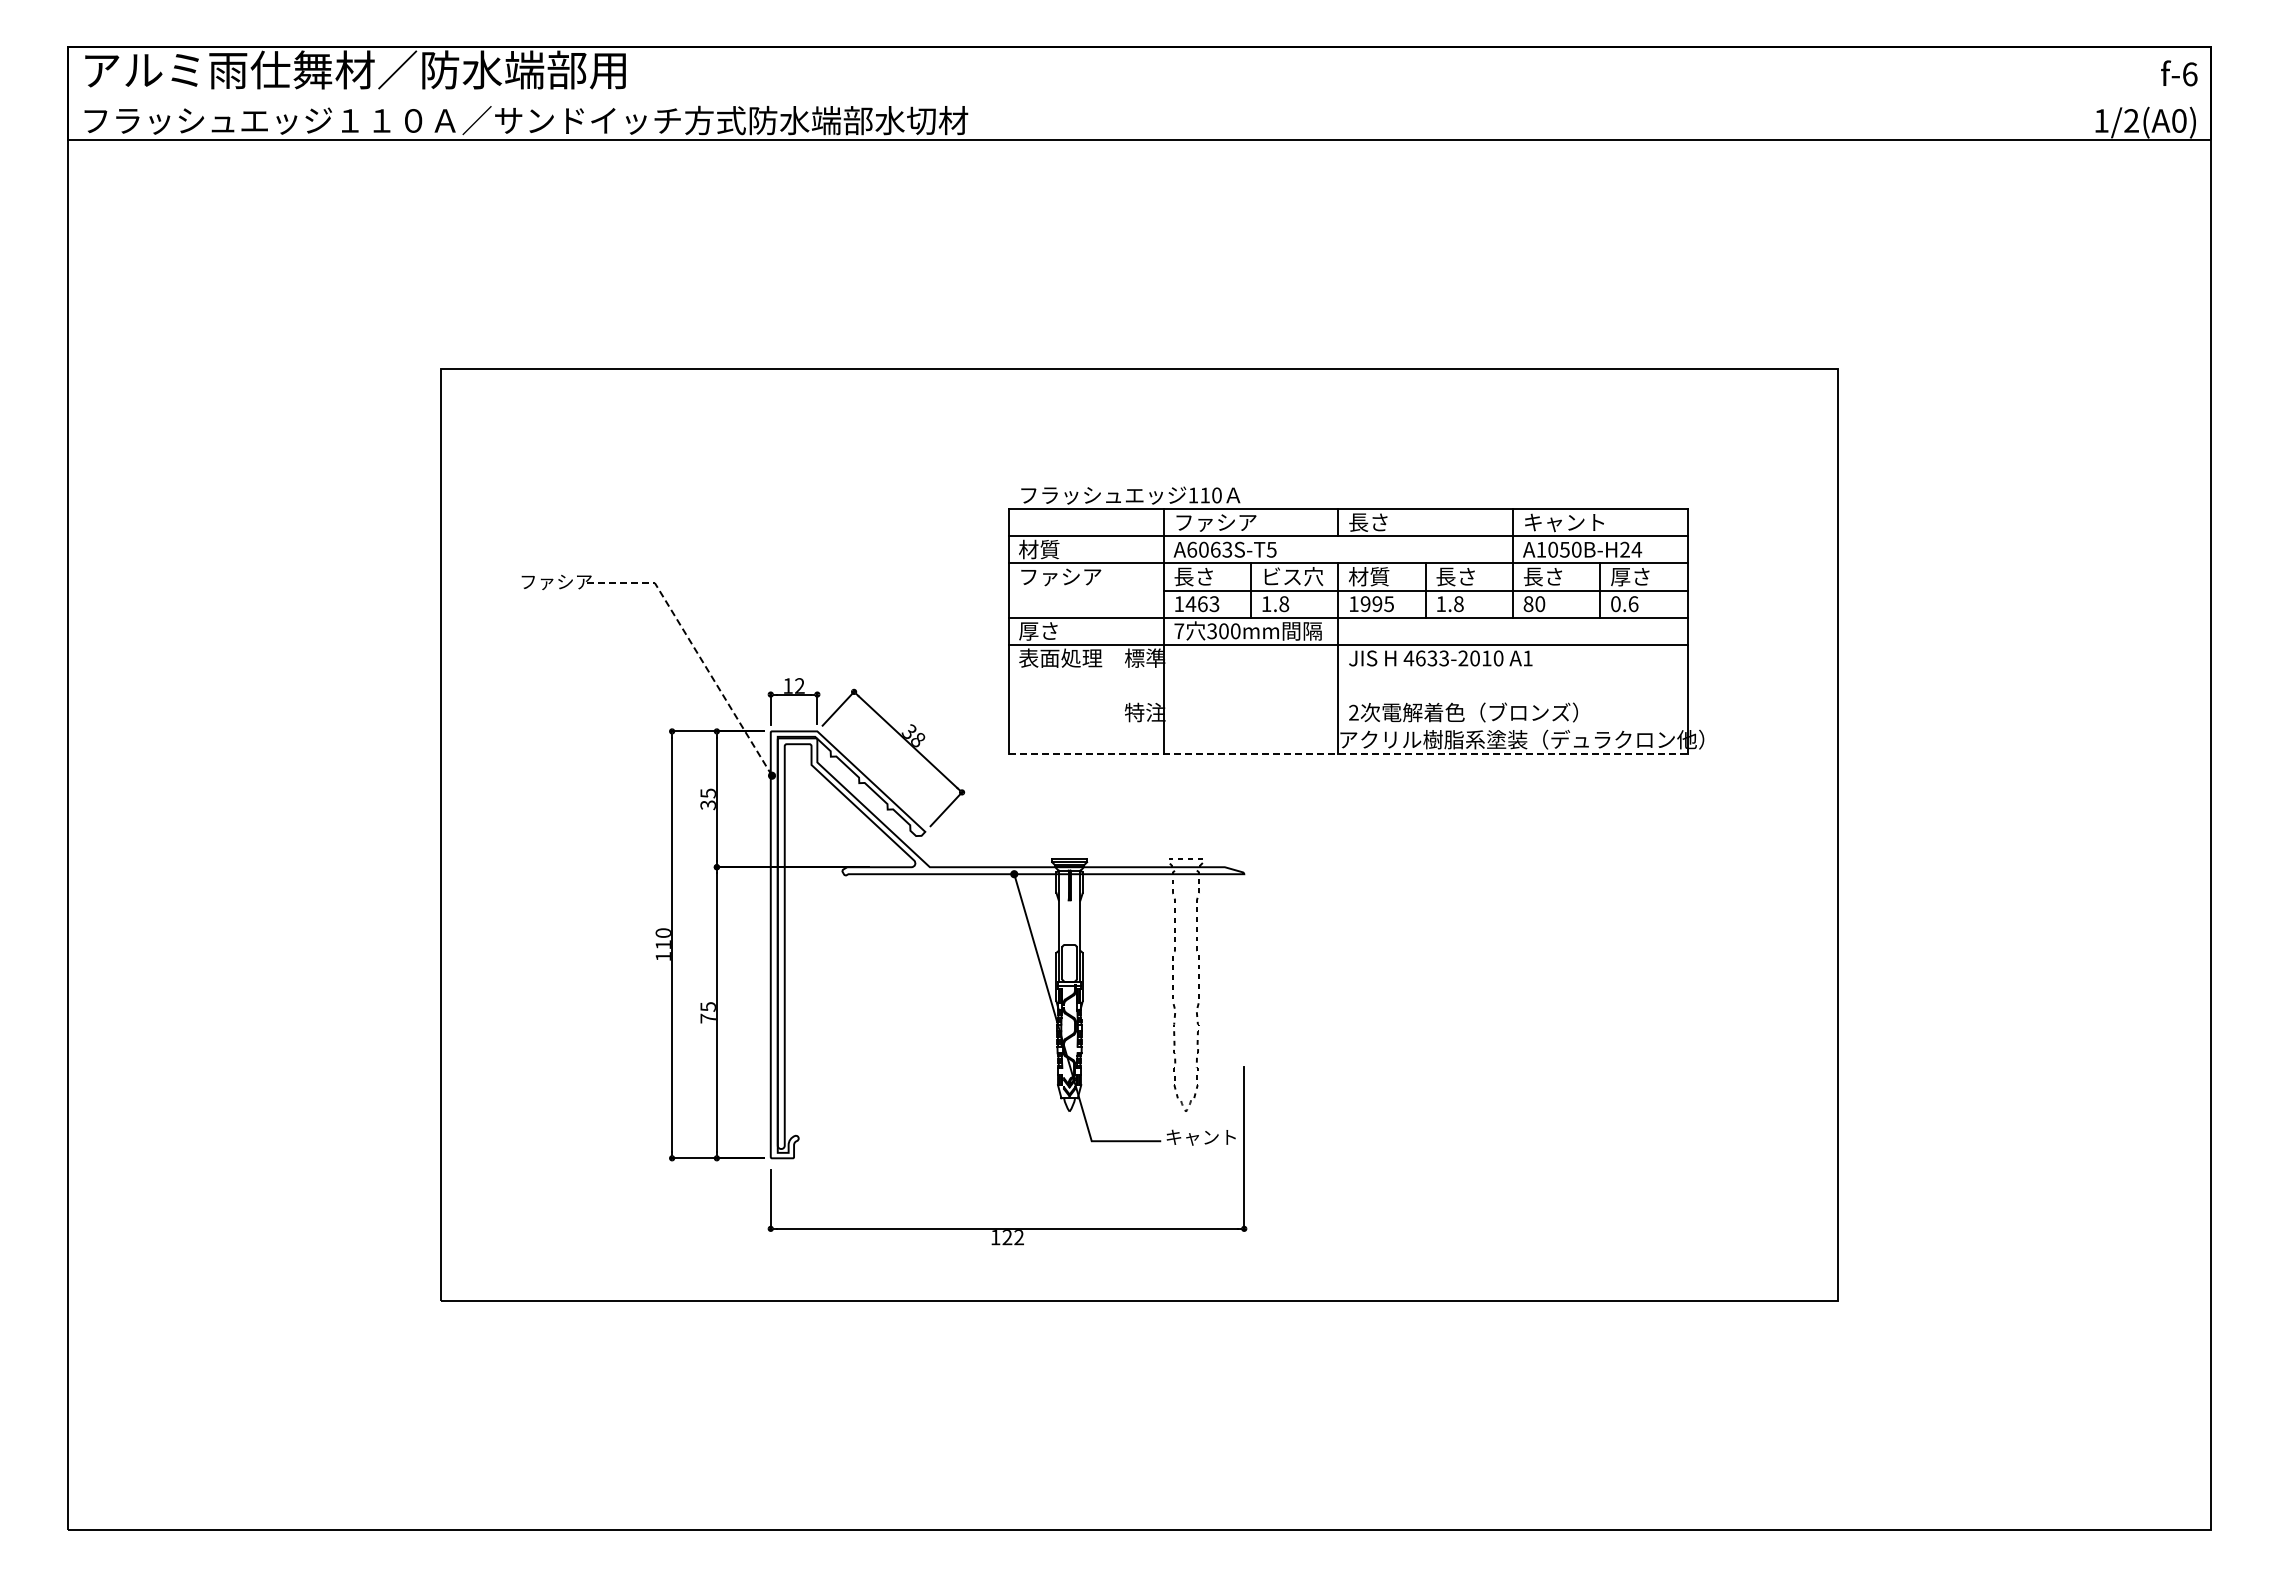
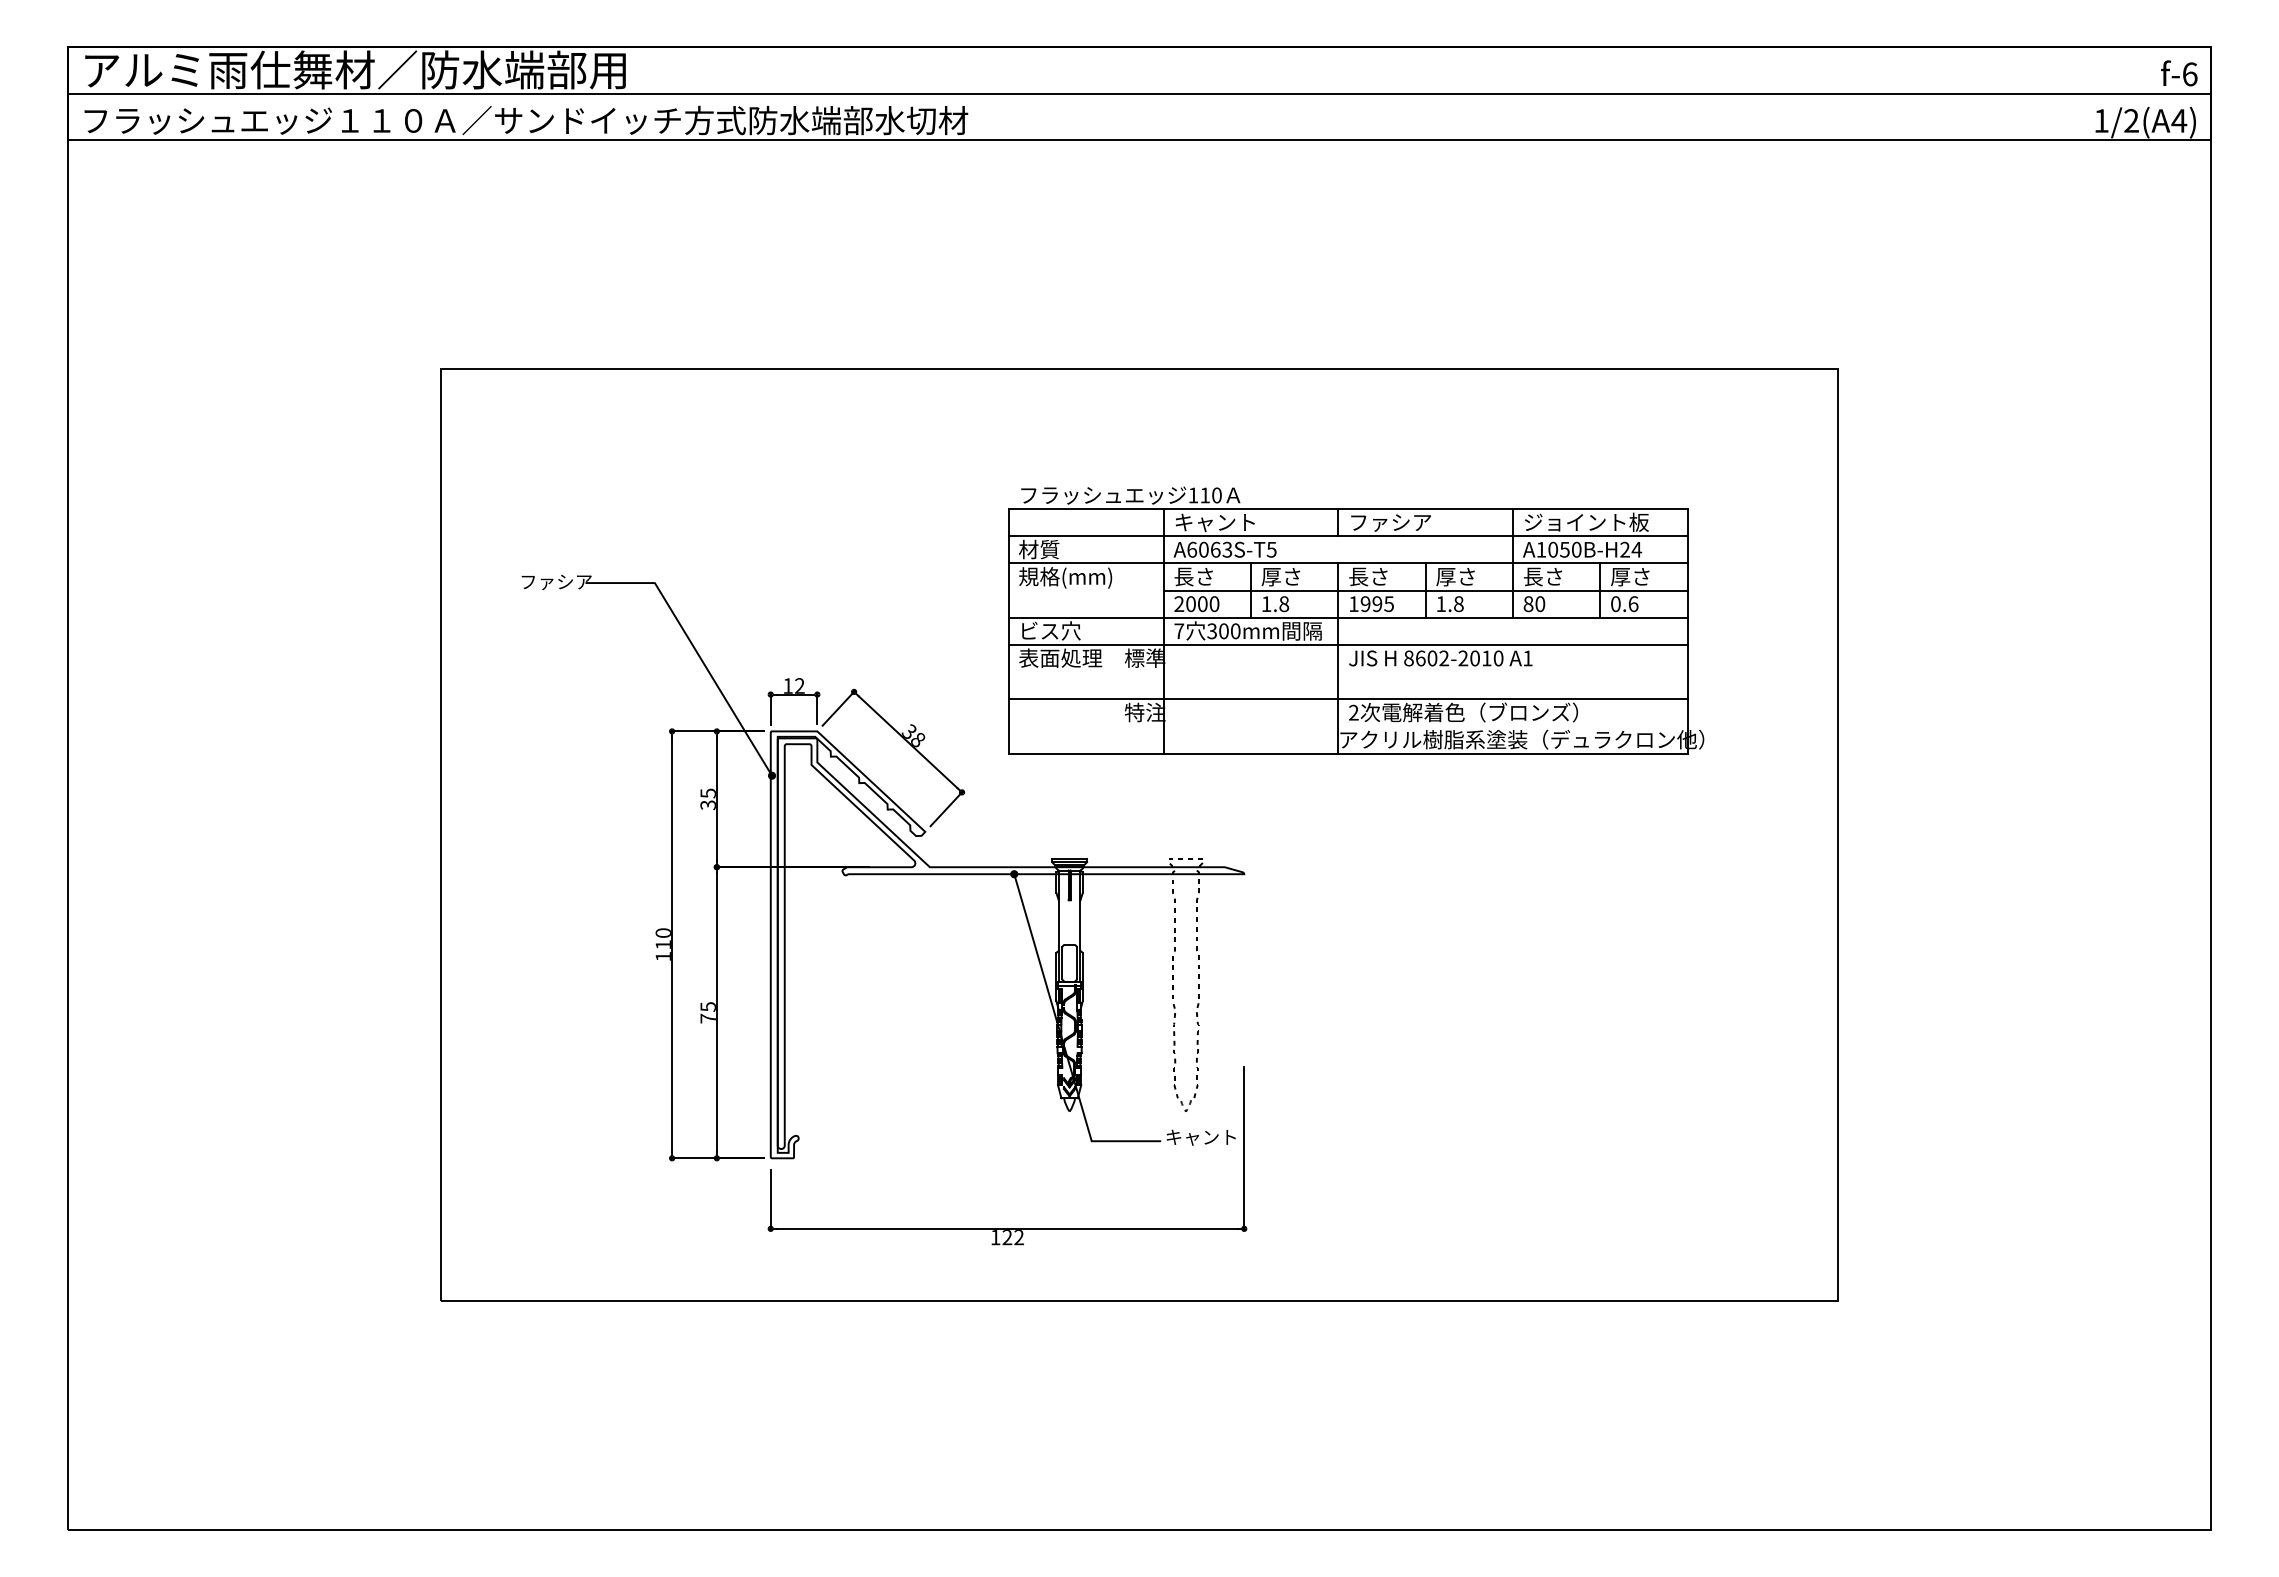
line at (1139, 93): none -> present
text at (2179, 120): 1/2(A0) -> 1/2(A4)
text at (1216, 522): ファシア -> キャント
text at (1390, 522): 長さ -> ファシア
text at (1586, 522): キャント -> ジョイント板
text at (1292, 576): ビス穴 -> 厚さ
text at (1368, 576): 材質 -> 長さ
text at (1445, 576): 長さ -> 厚さ
text at (1065, 577): ファシア -> 規格(mm)
text at (1196, 604): 1463 -> 2000
text at (1049, 630): 厚さ -> ビス穴
line at (694, 648): dashed -> solid
text at (1426, 658): 4633-2010 -> 8602-2010
line at (1347, 699): none -> present
line at (1348, 753): dashed -> solid
